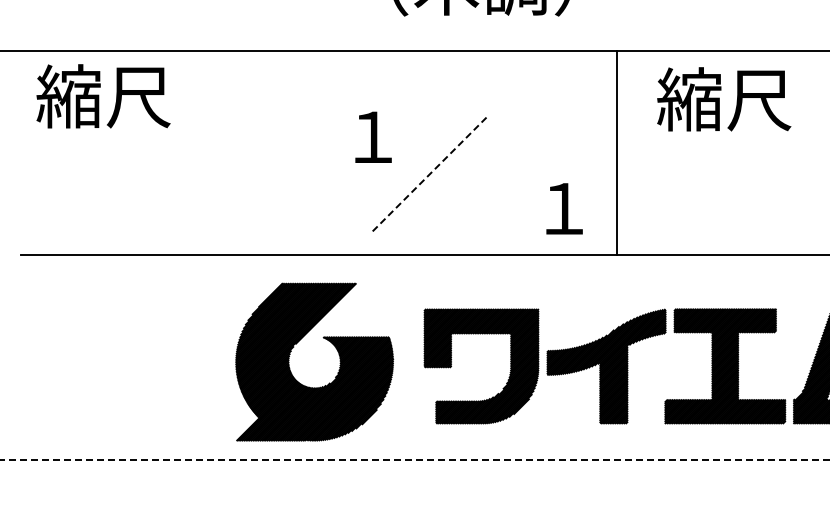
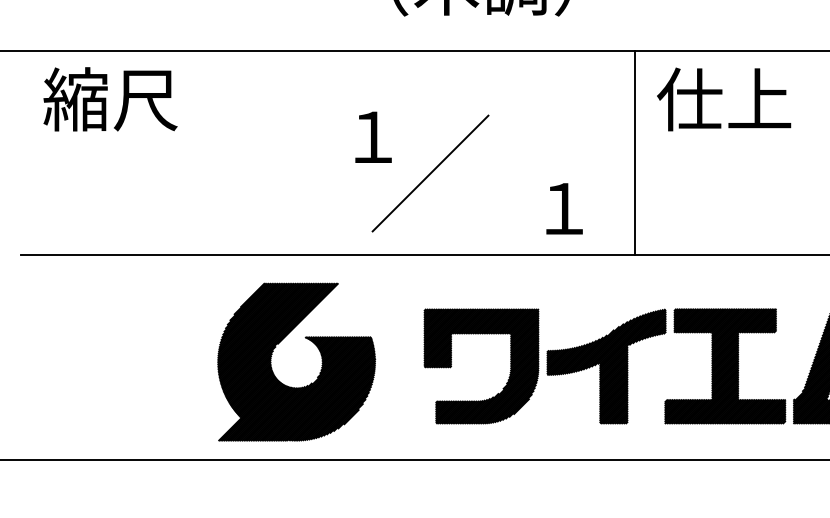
text at (103, 96) position: (103, 96) -> (110, 99)
text at (724, 99): 縮尺 -> 仕上
line at (617, 152) position: (617, 152) -> (635, 152)
line at (430, 173): dashed -> solid
part at (328, 341) position: (328, 341) -> (310, 341)
line at (415, 459): dashed -> solid
